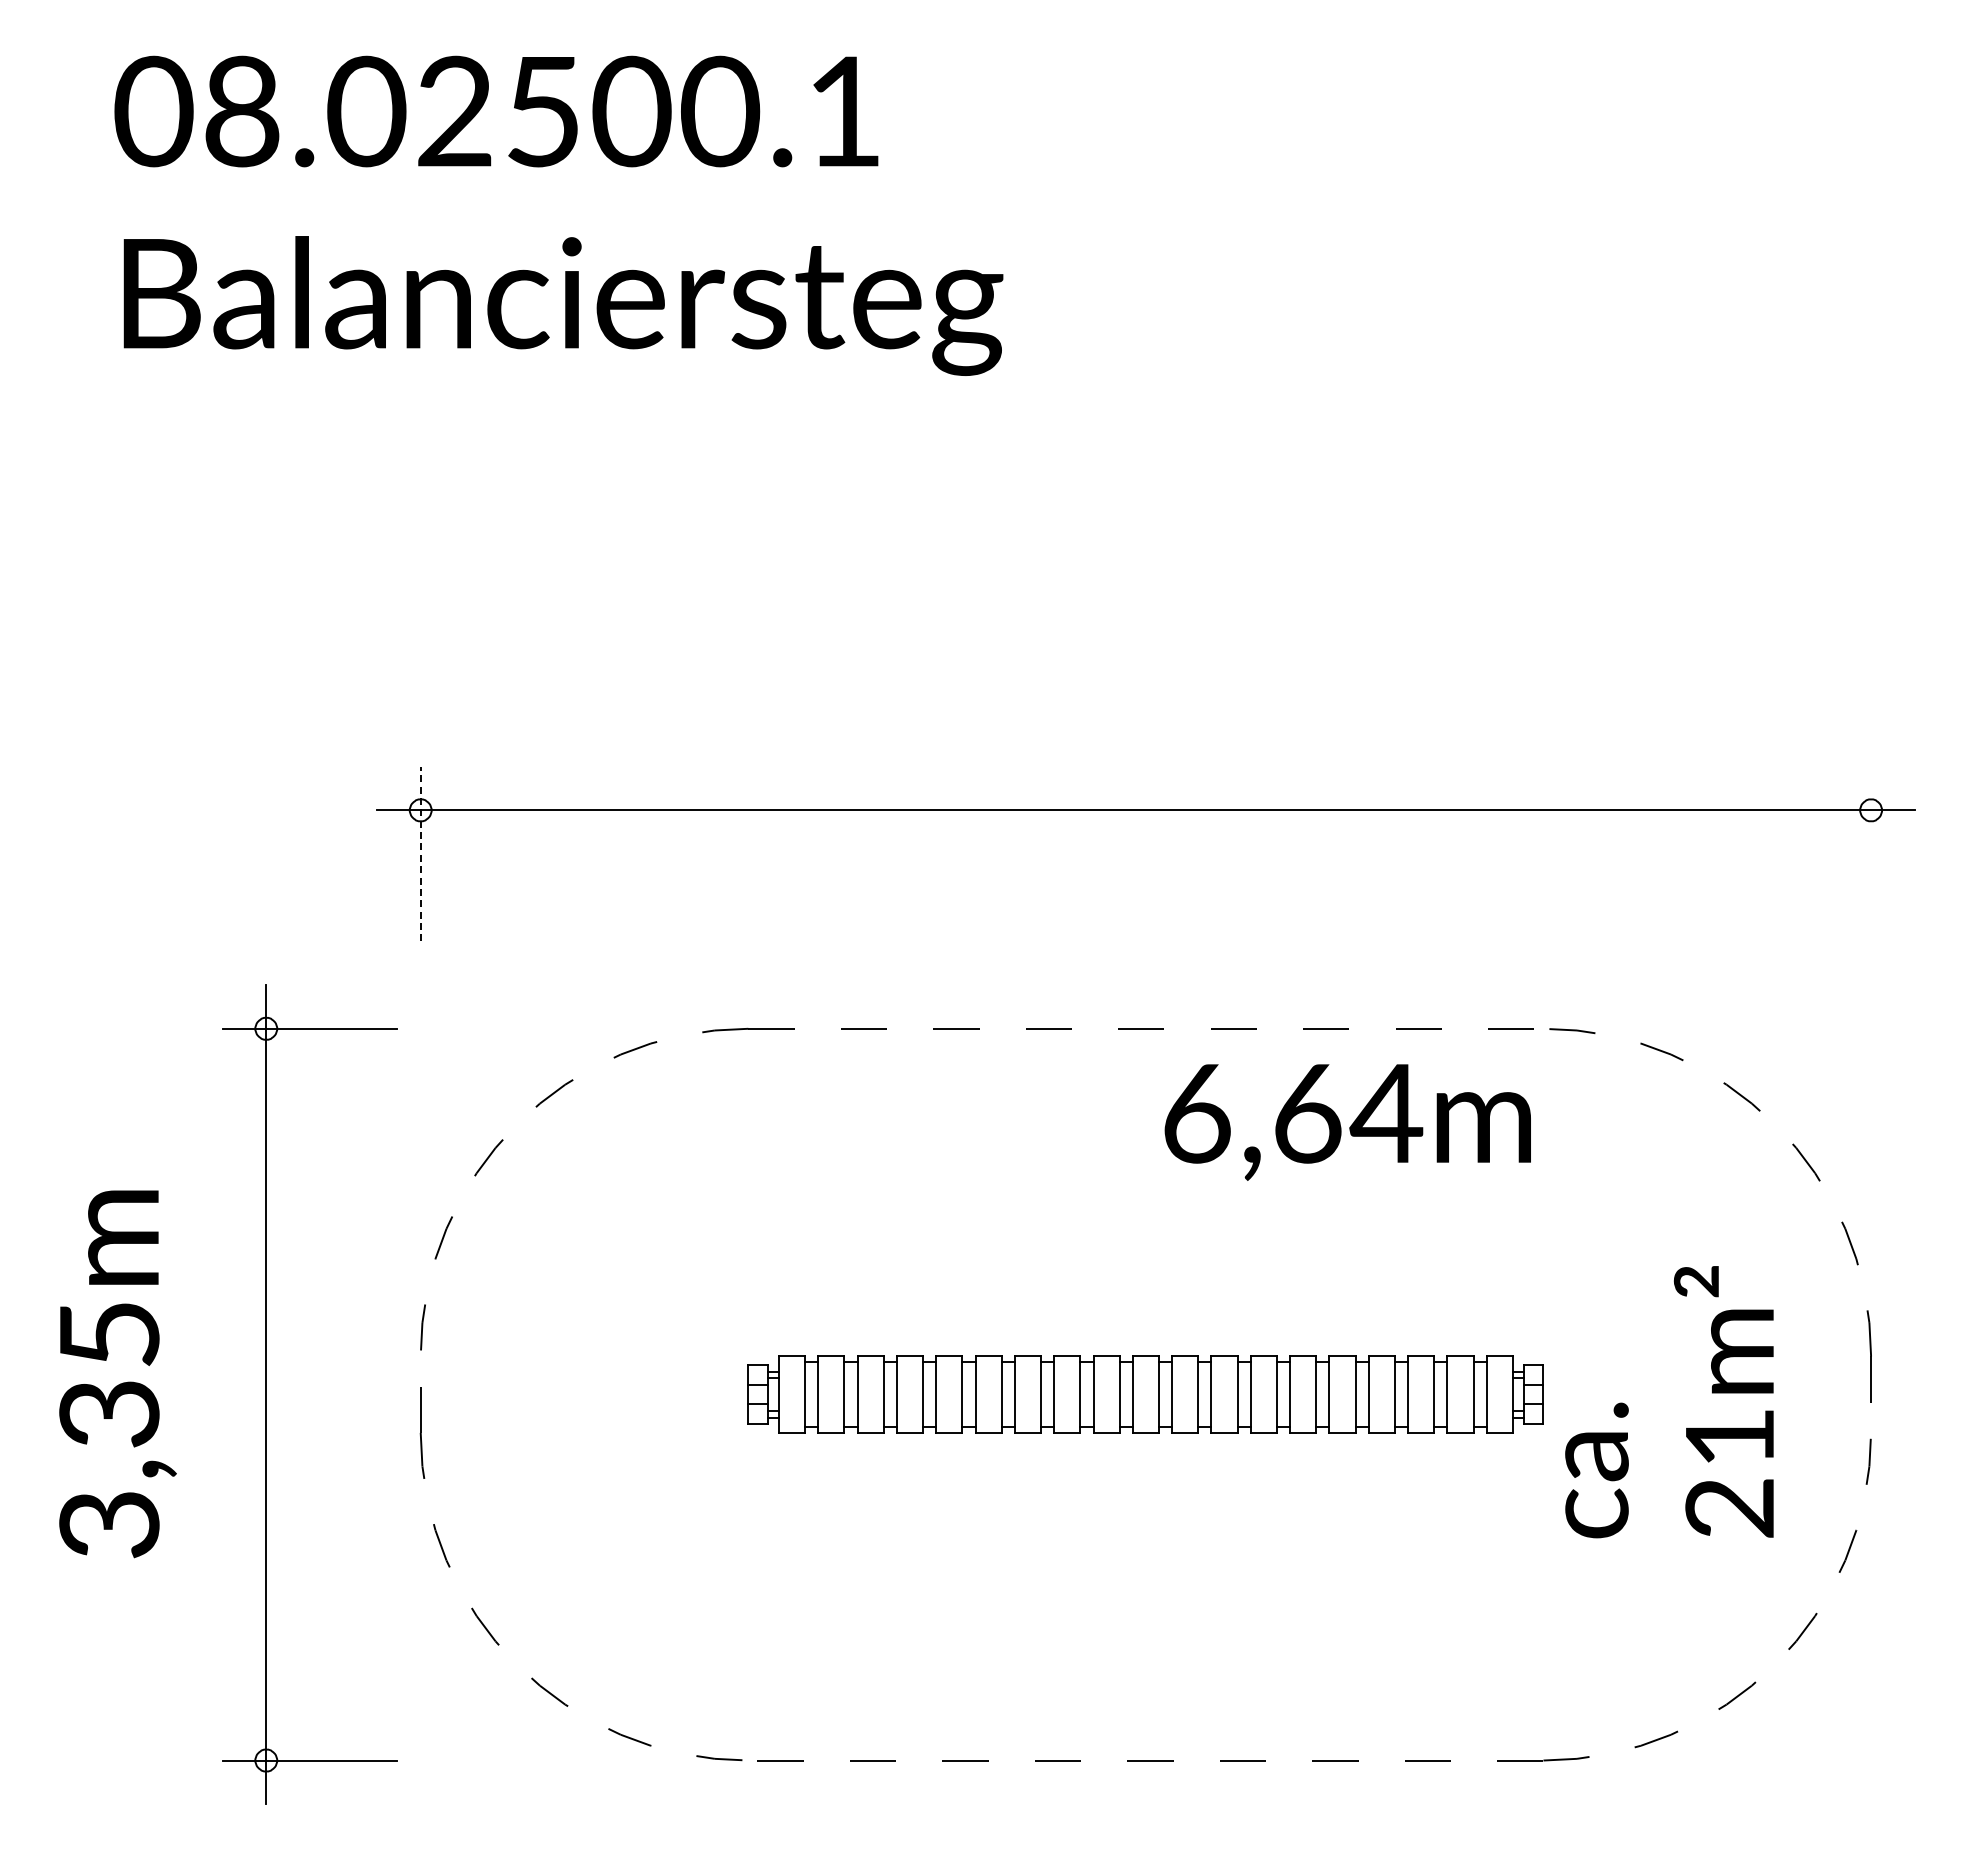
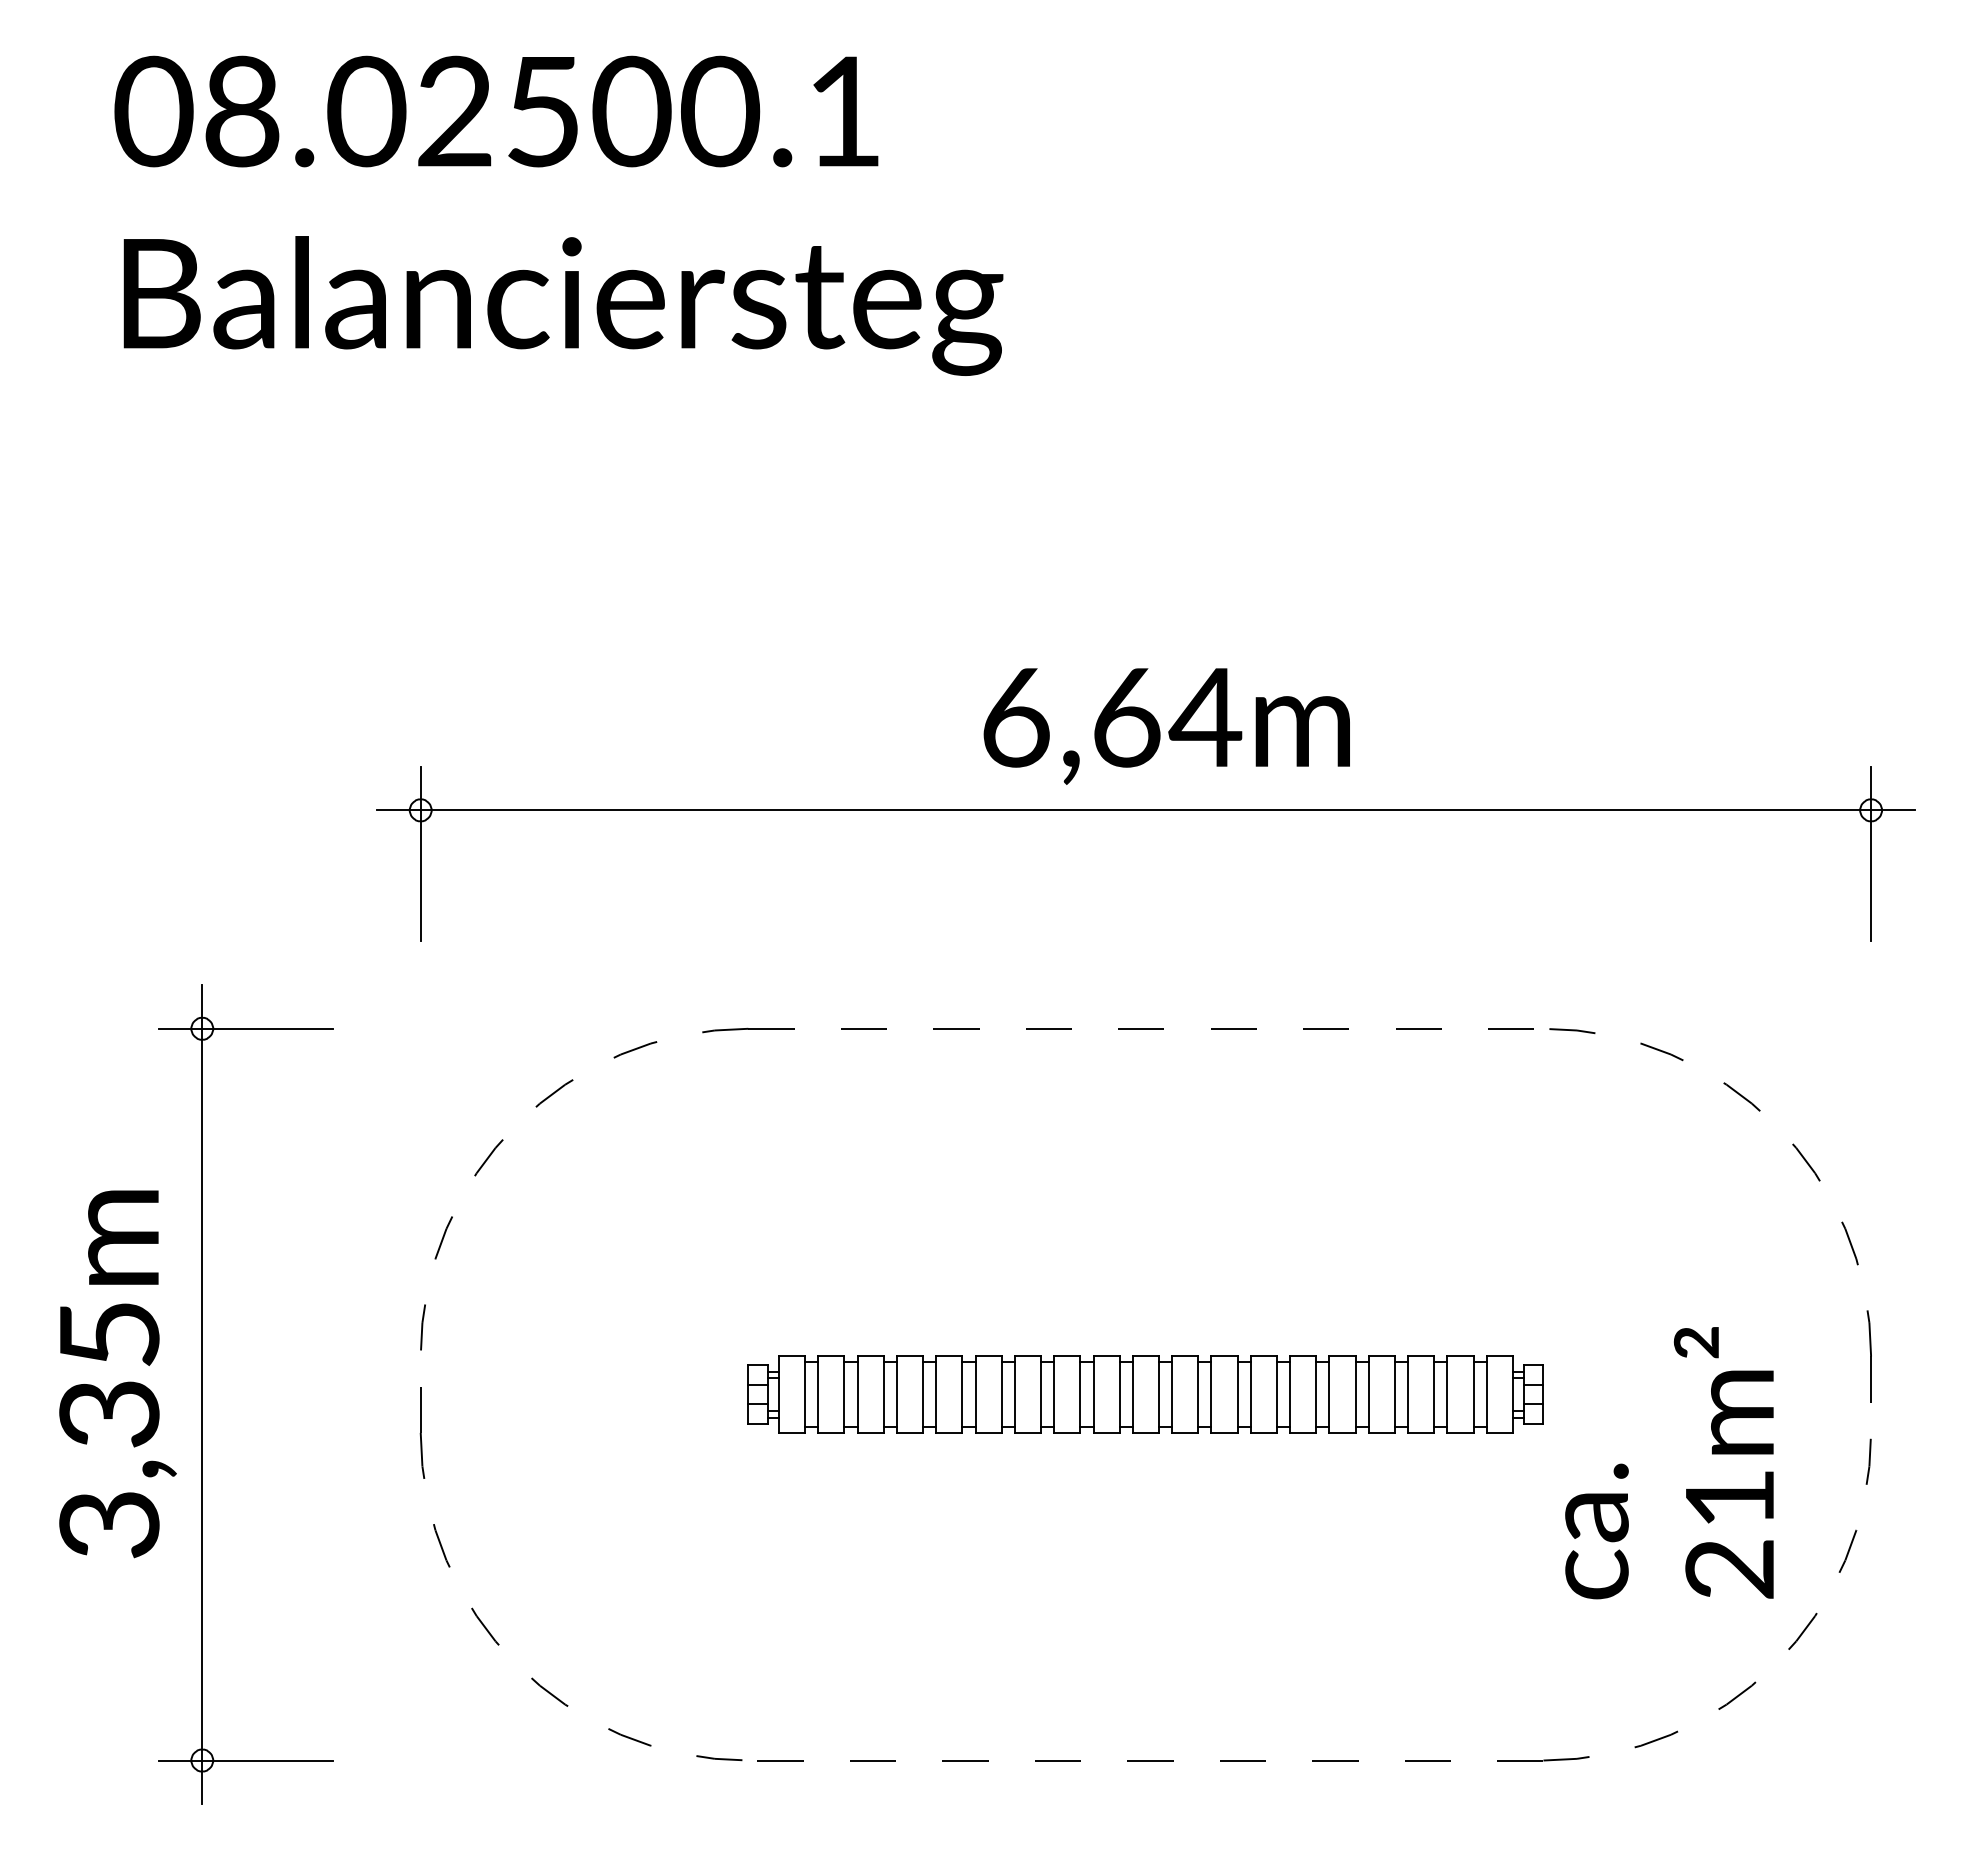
line at (420, 853): dashed -> solid
line at (1871, 853): none -> present
text at (1347, 1122) position: (1347, 1122) -> (1166, 726)
part at (266, 1394) position: (266, 1394) -> (202, 1394)
text at (1669, 1402) position: (1669, 1402) -> (1669, 1463)
